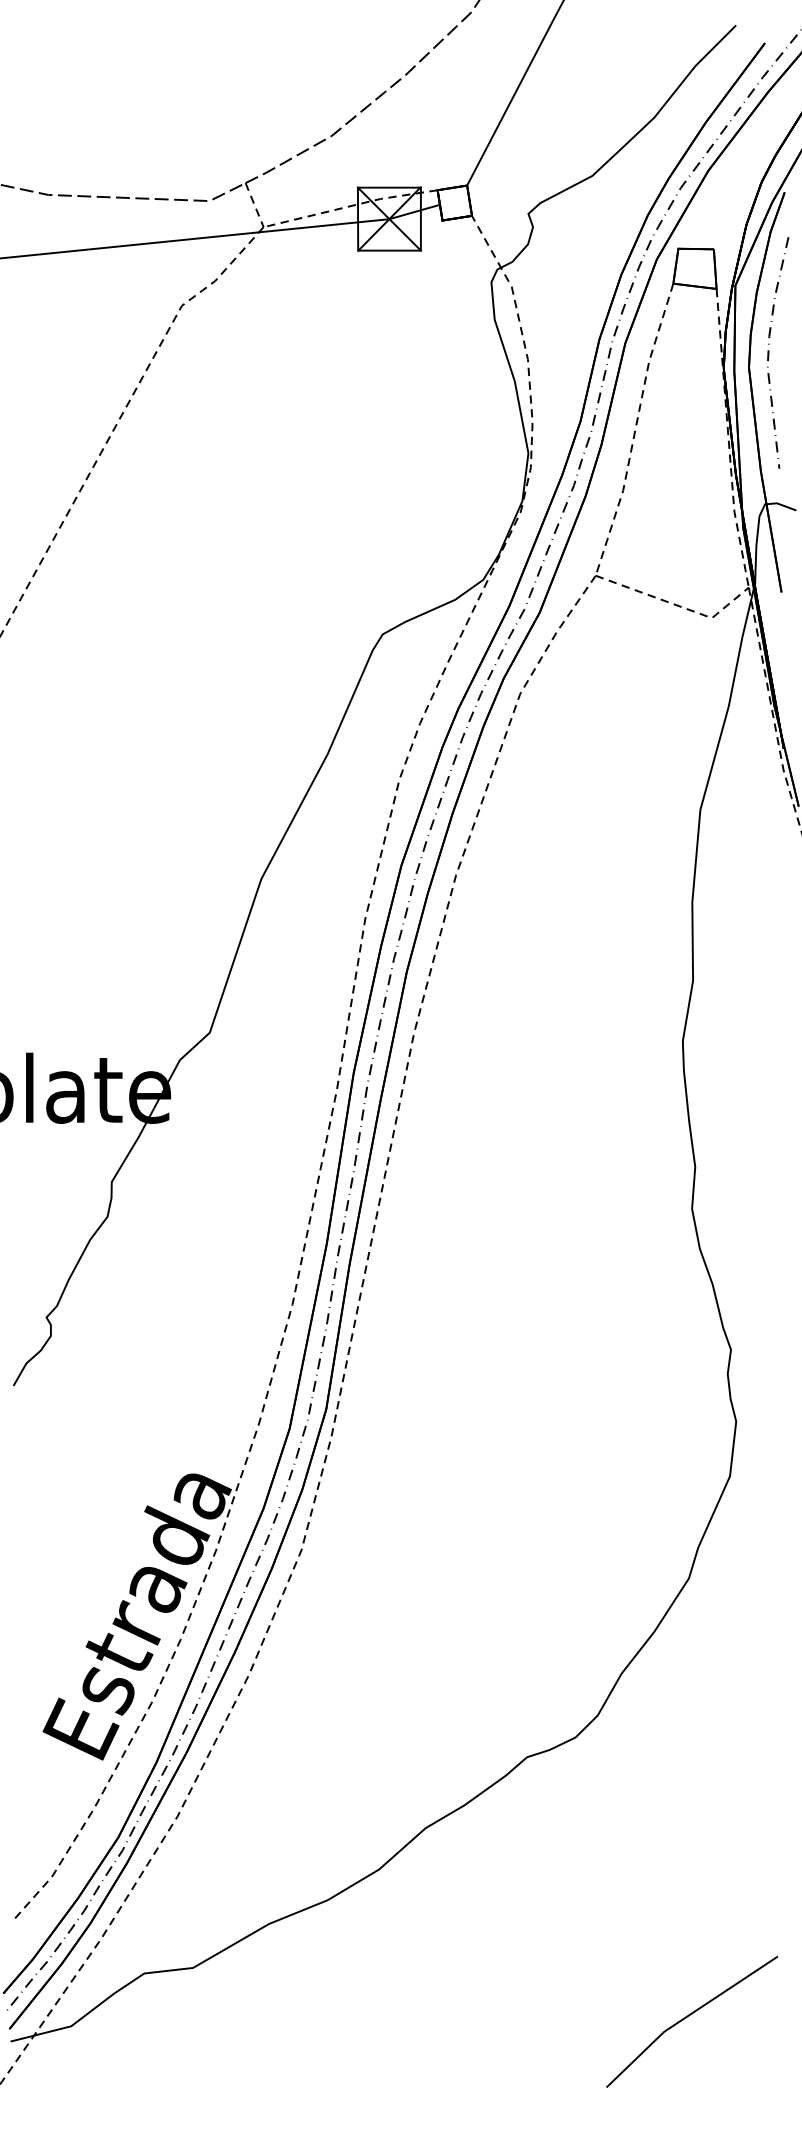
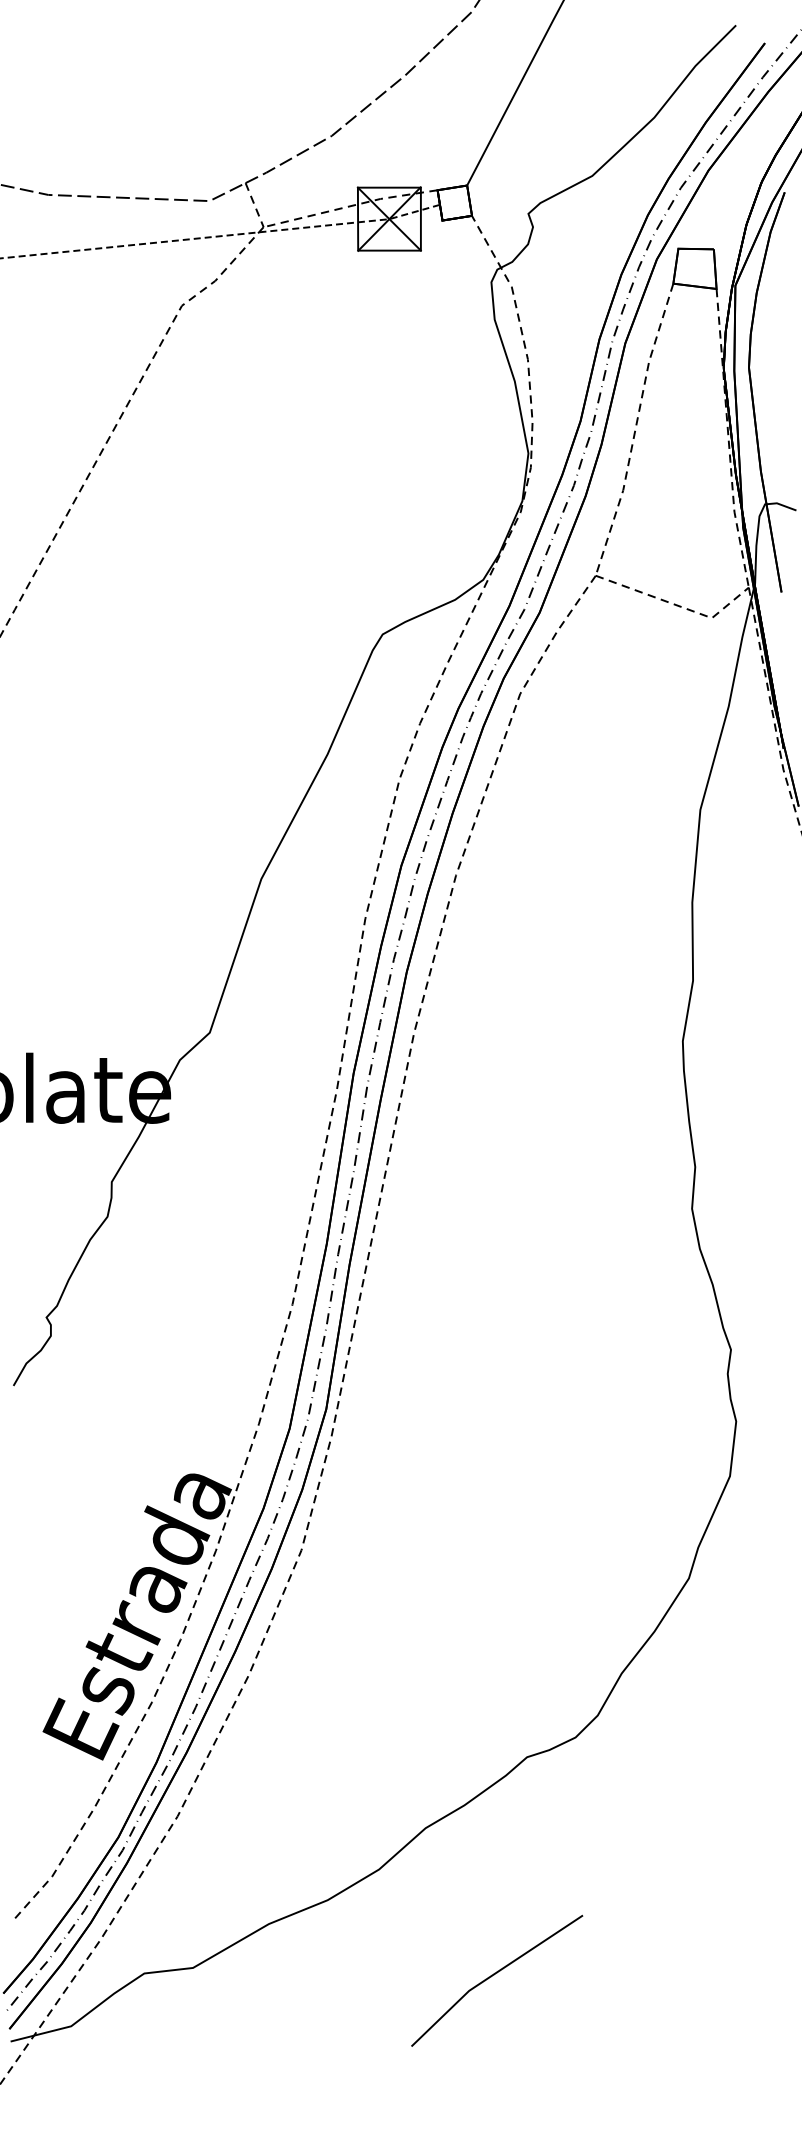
line at (222, 236): solid -> dashed
curve at (769, 352): present -> none
line at (689, 2016) position: (689, 2016) -> (494, 1975)
